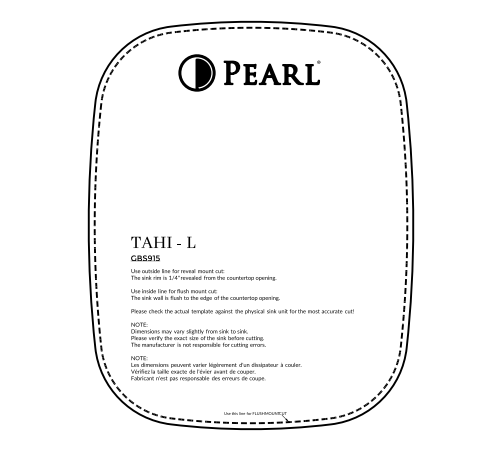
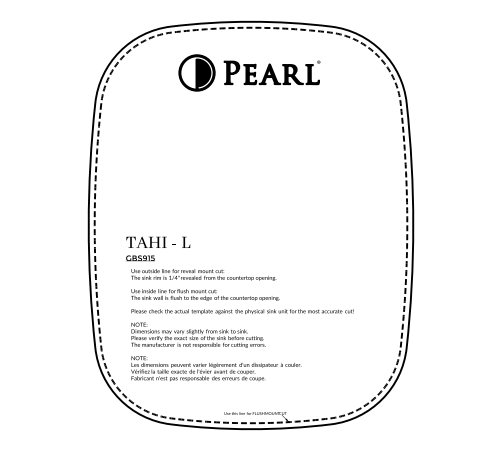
text at (163, 248) position: (163, 248) -> (158, 248)
